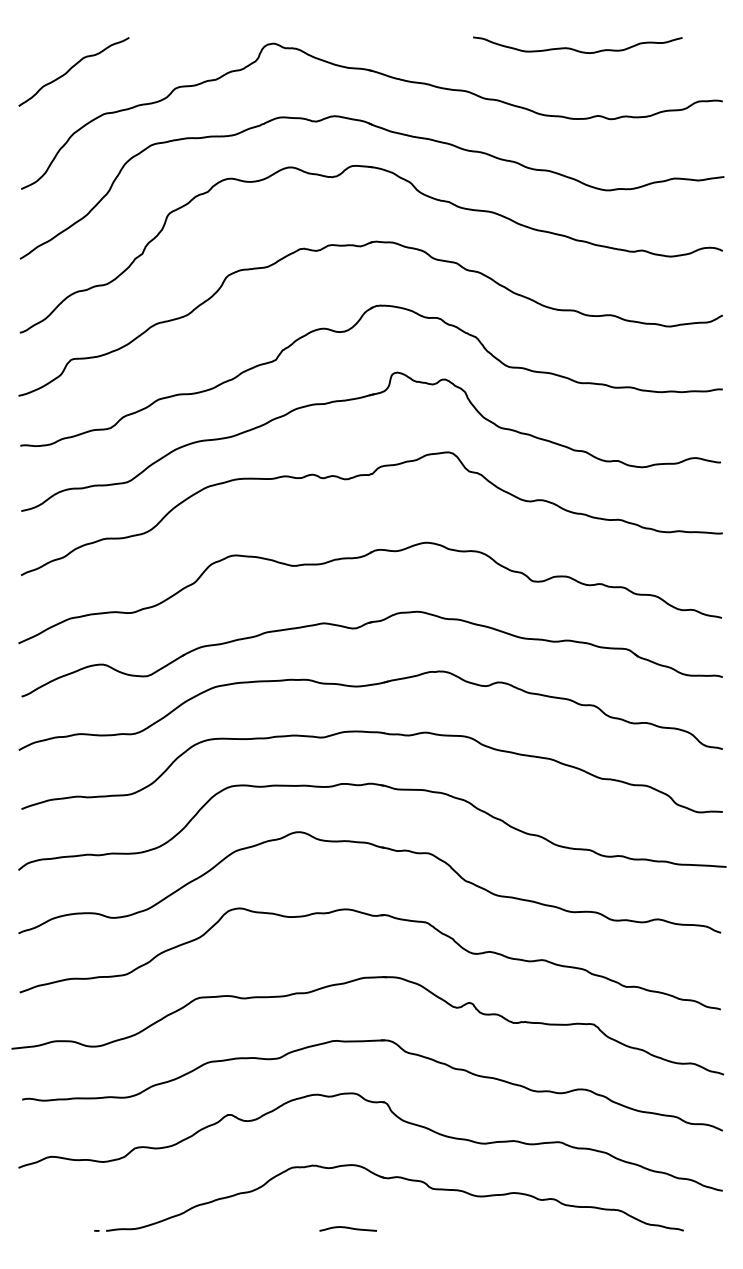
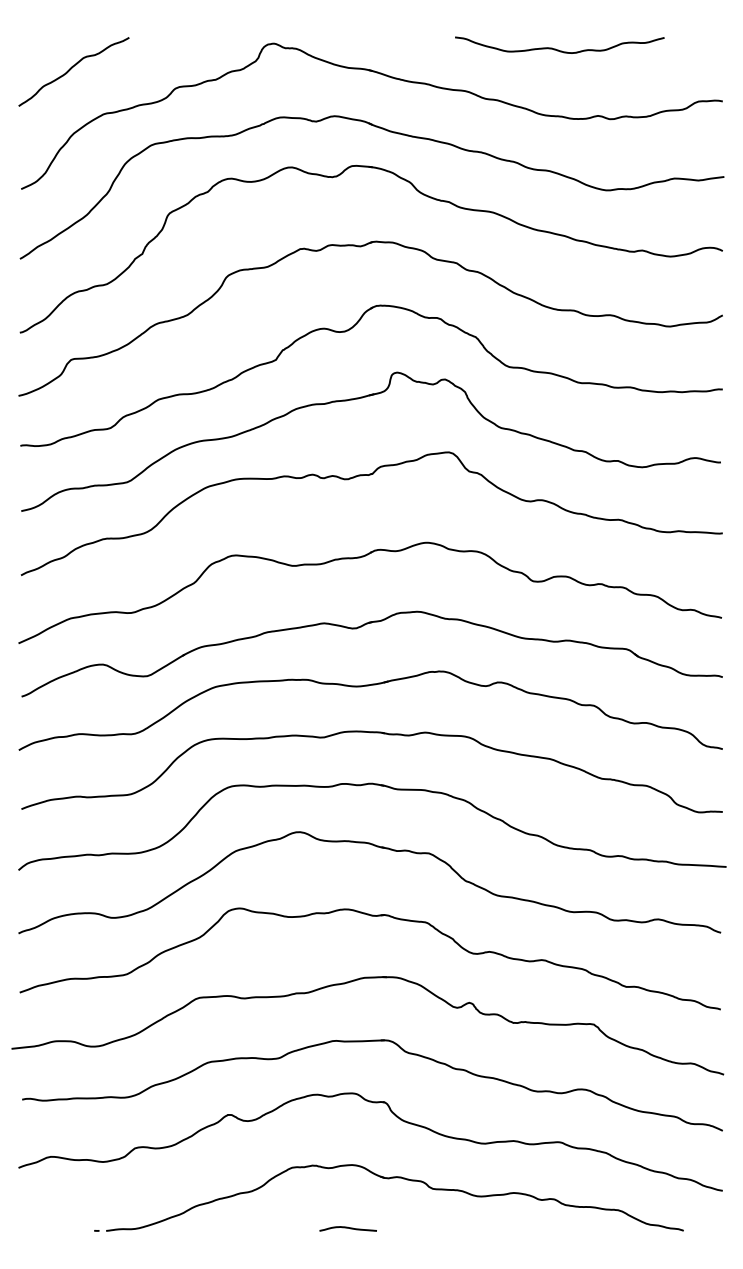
curve at (576, 49) position: (576, 49) -> (558, 49)
